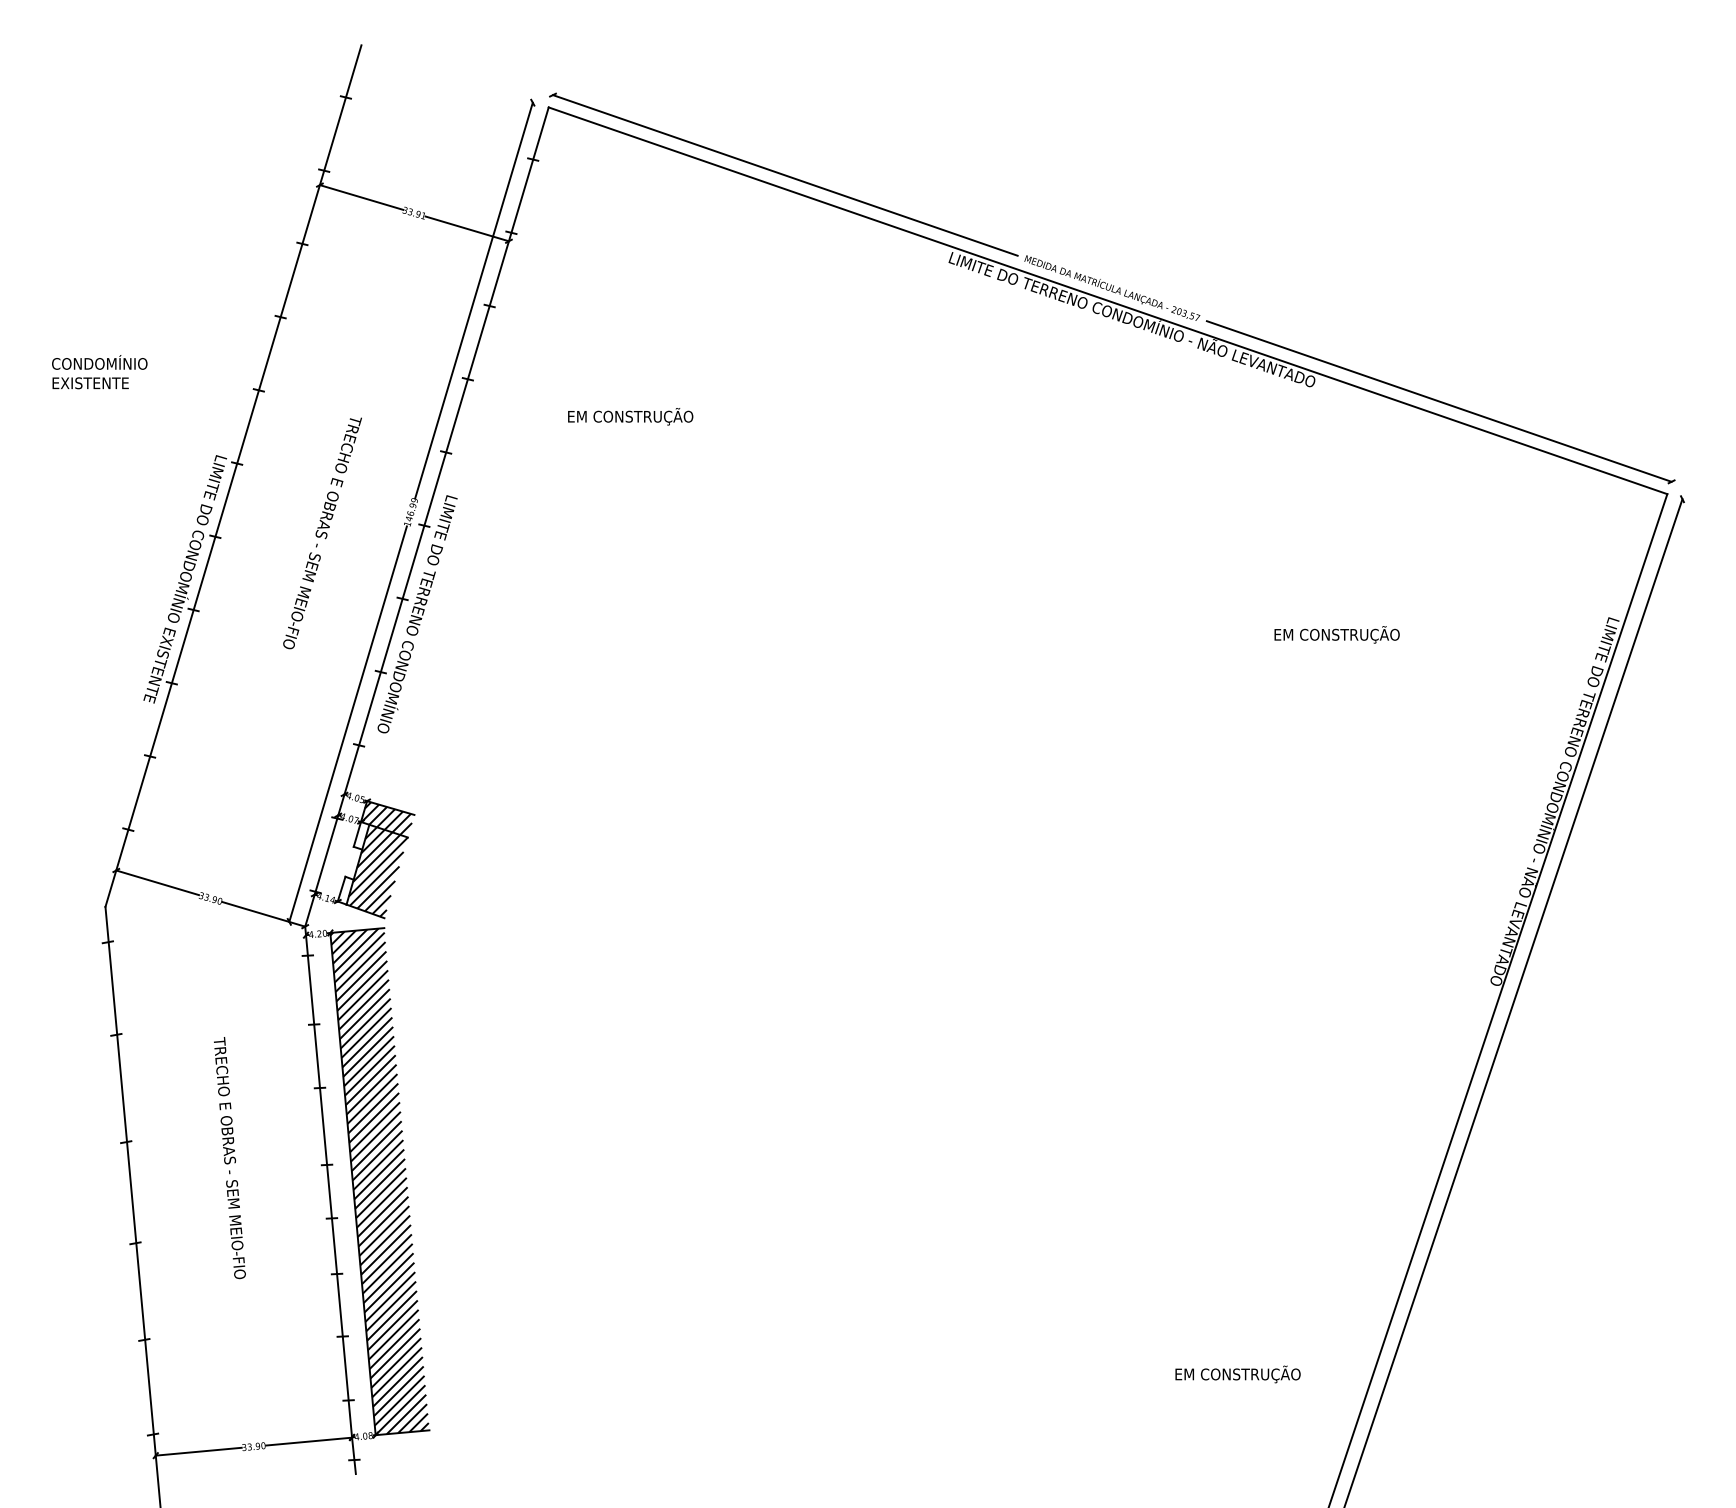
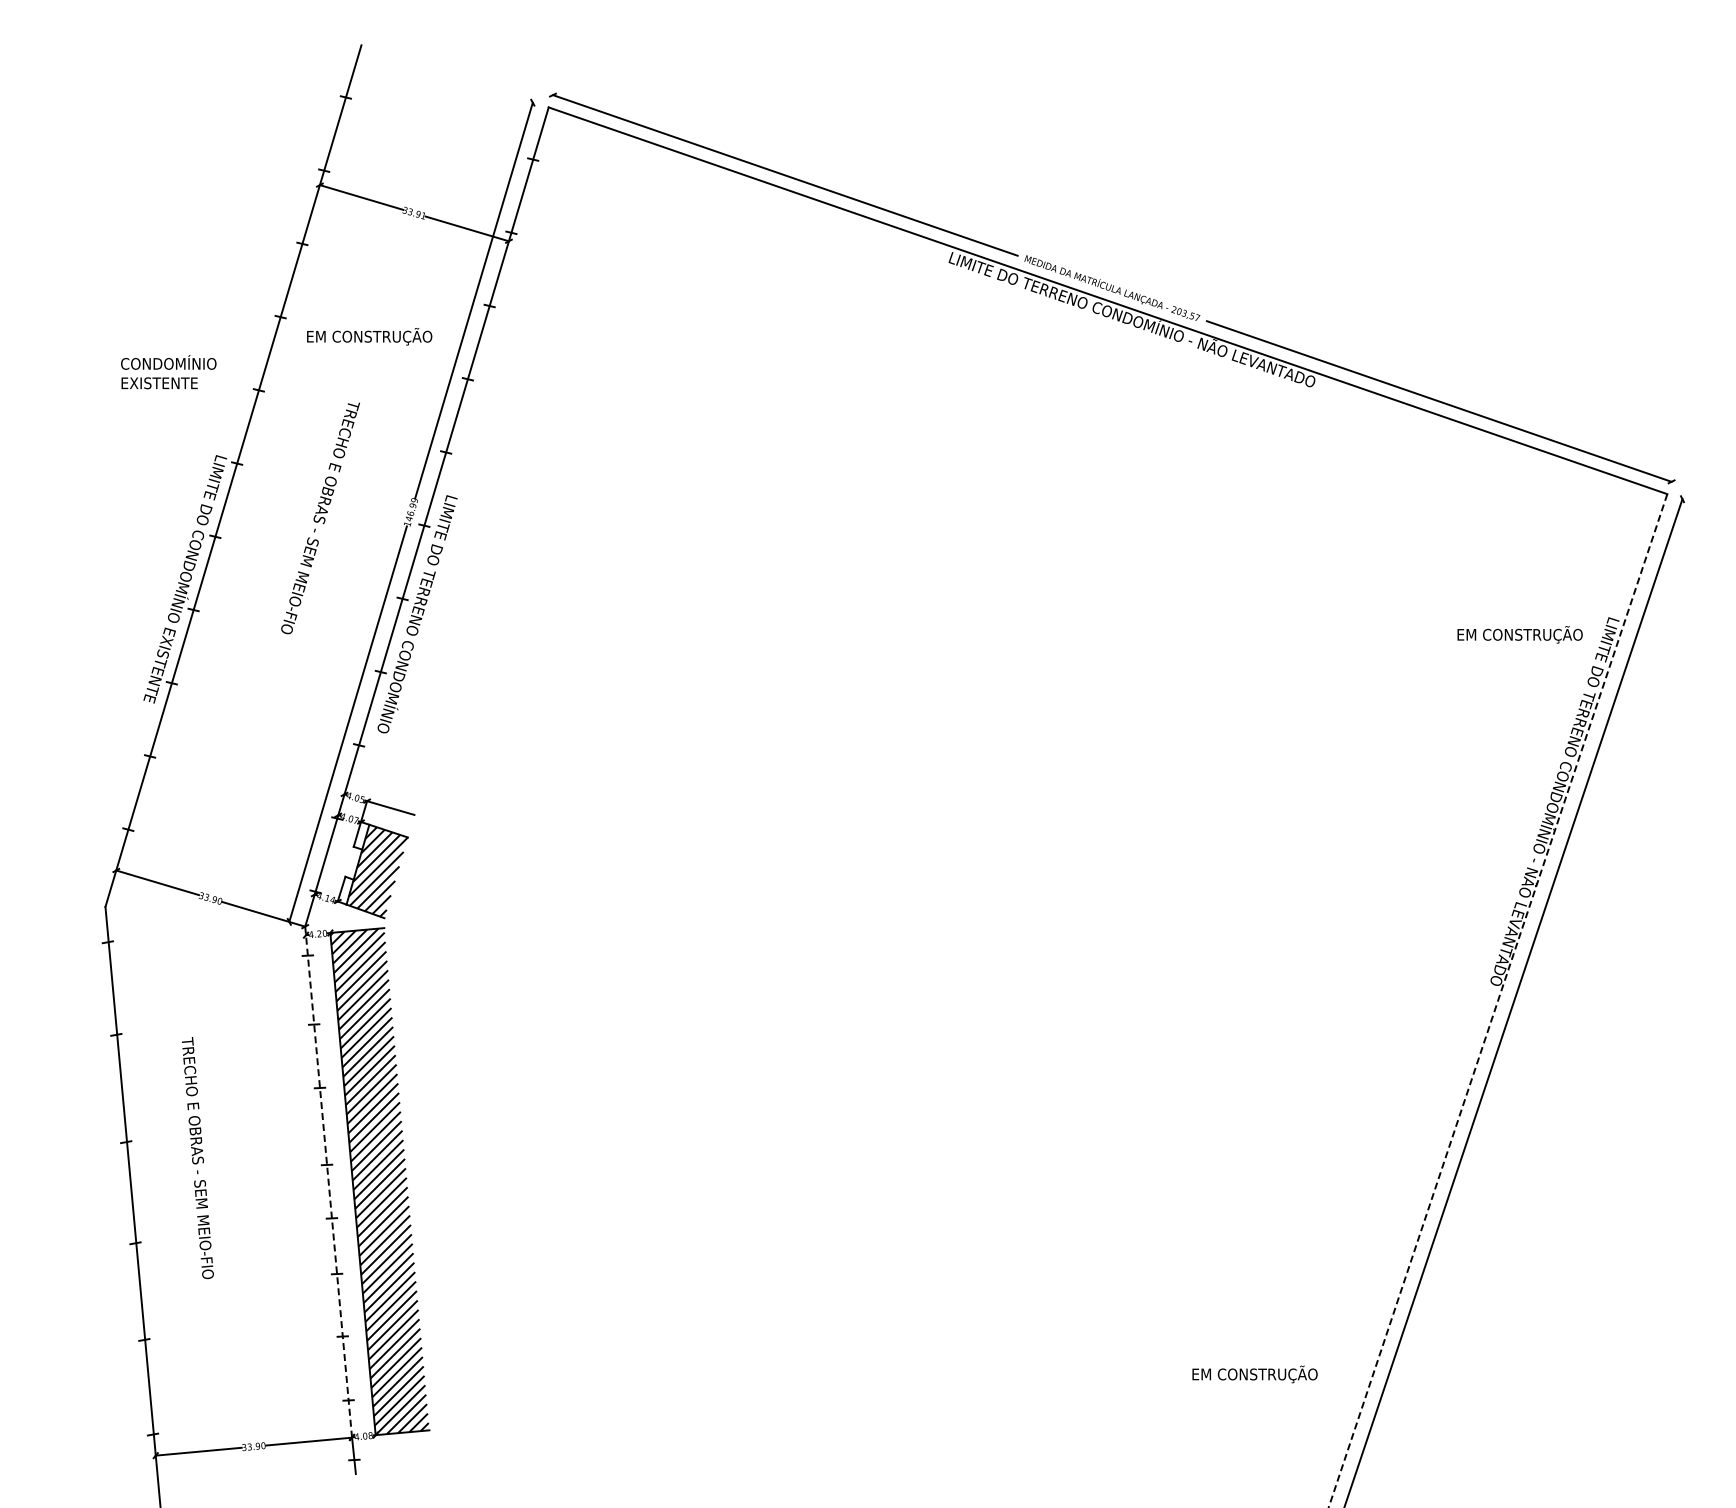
text at (99, 372) position: (99, 372) -> (168, 372)
text at (630, 416) position: (630, 416) -> (369, 336)
text at (322, 533) position: (322, 533) -> (320, 518)
text at (1336, 634) position: (1336, 634) -> (1519, 634)
hatch at (386, 818): present -> none
line at (1498, 1000): solid -> dashed
text at (229, 1158) position: (229, 1158) -> (197, 1158)
line at (328, 1182): solid -> dashed
text at (1237, 1374) position: (1237, 1374) -> (1254, 1374)
